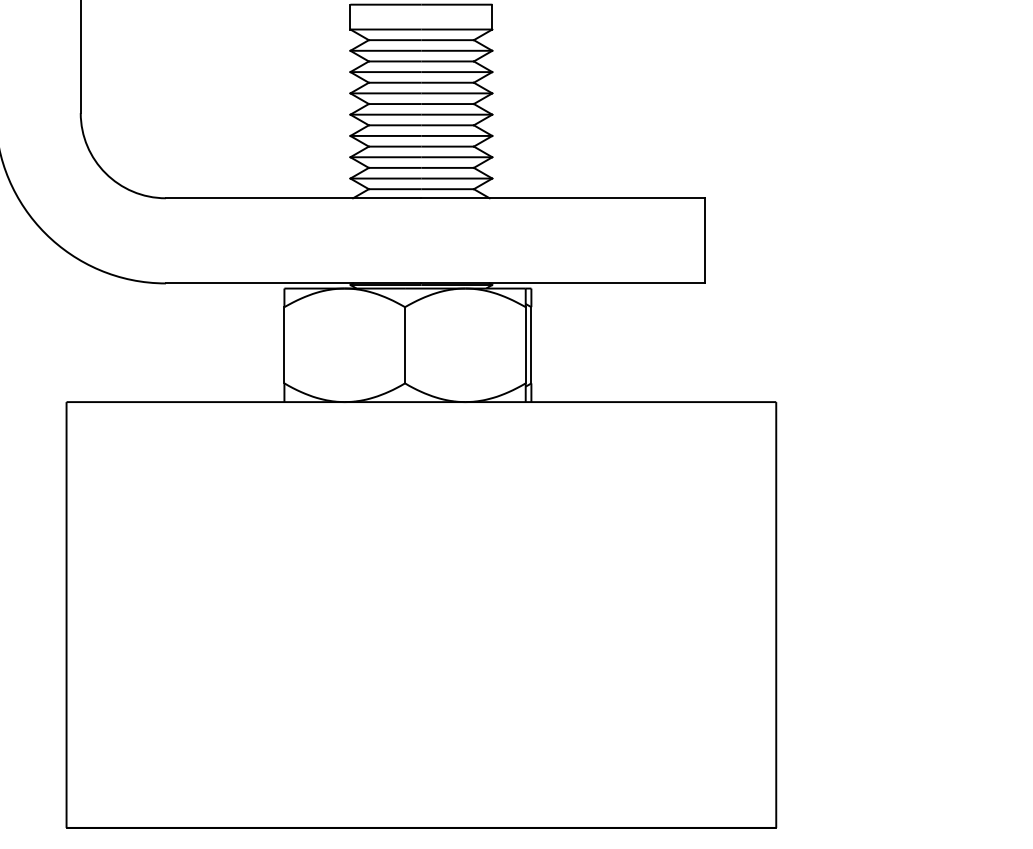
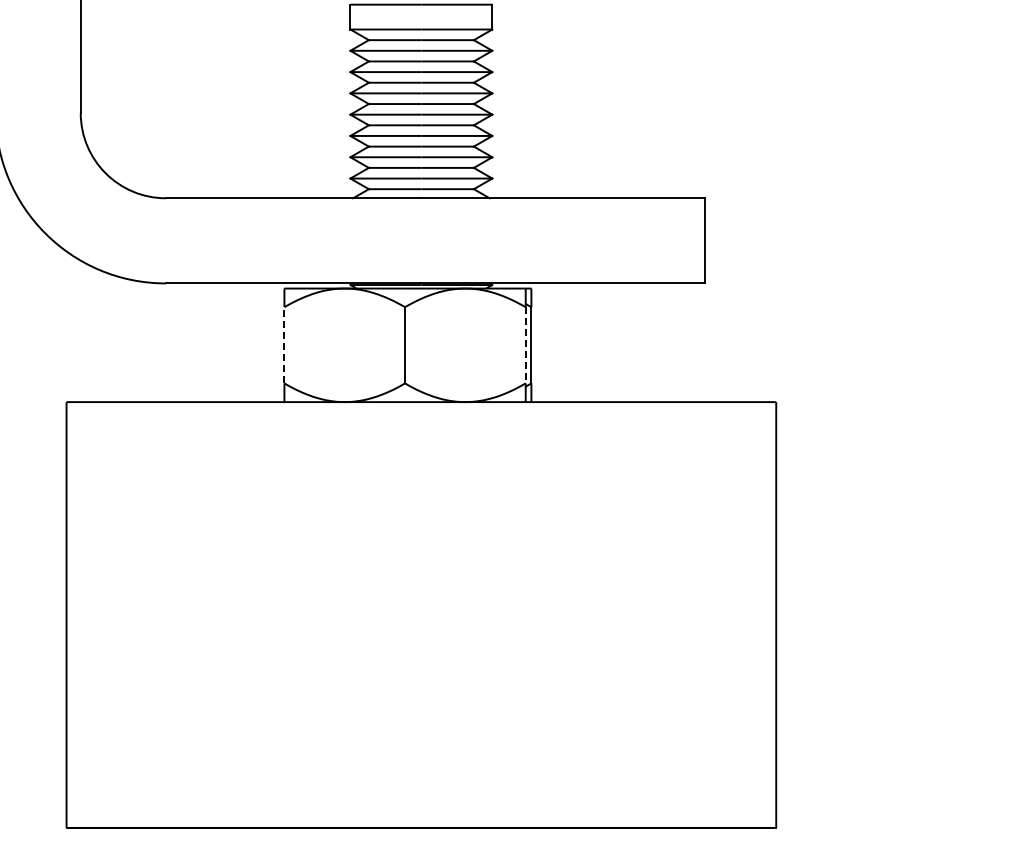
line at (284, 344): solid -> dashed
line at (525, 345): solid -> dashed
